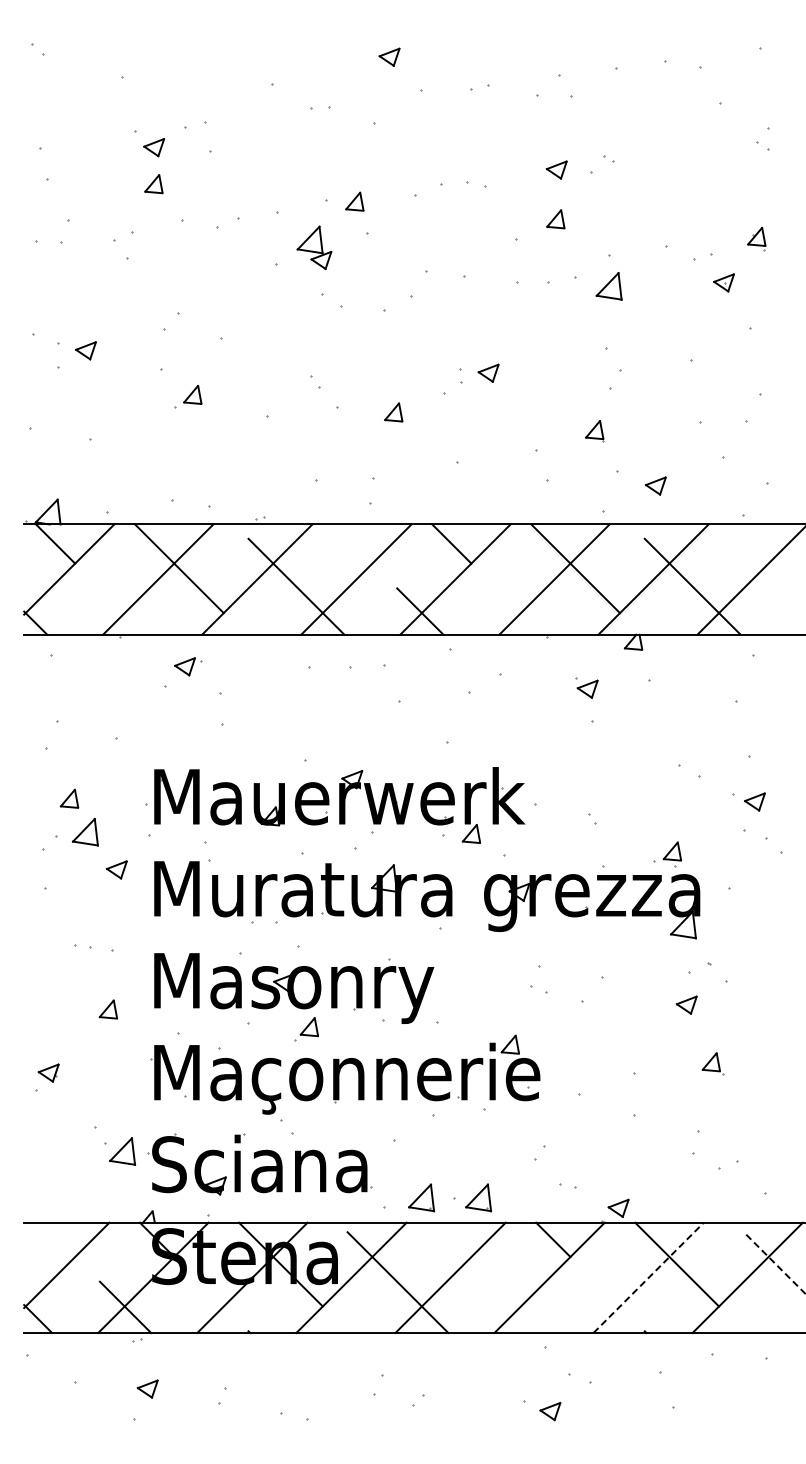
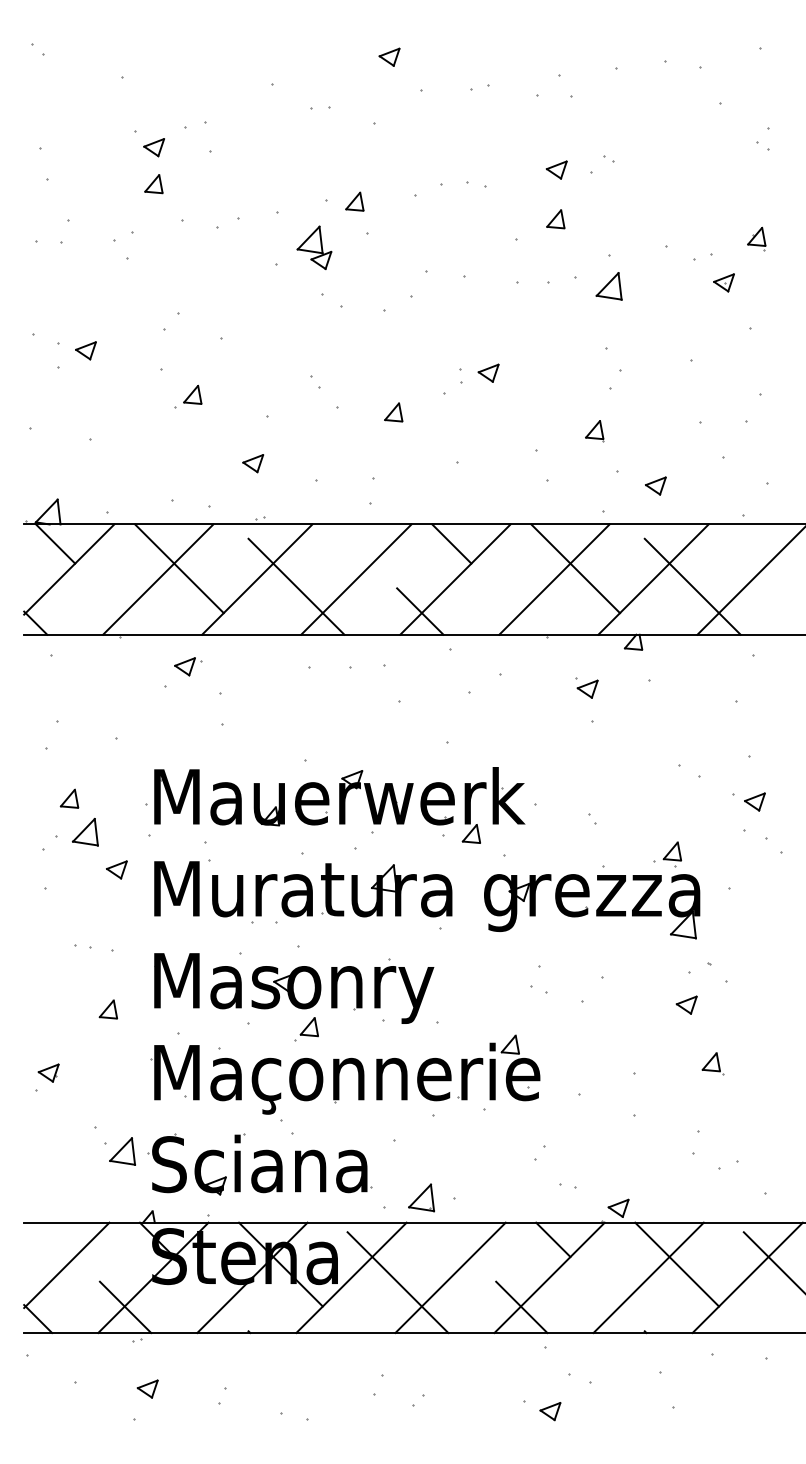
part at (253, 463): none -> present
part at (478, 1197): present -> none
line at (774, 1263): dashed -> solid
line at (648, 1277): dashed -> solid
line at (521, 1307): none -> present
